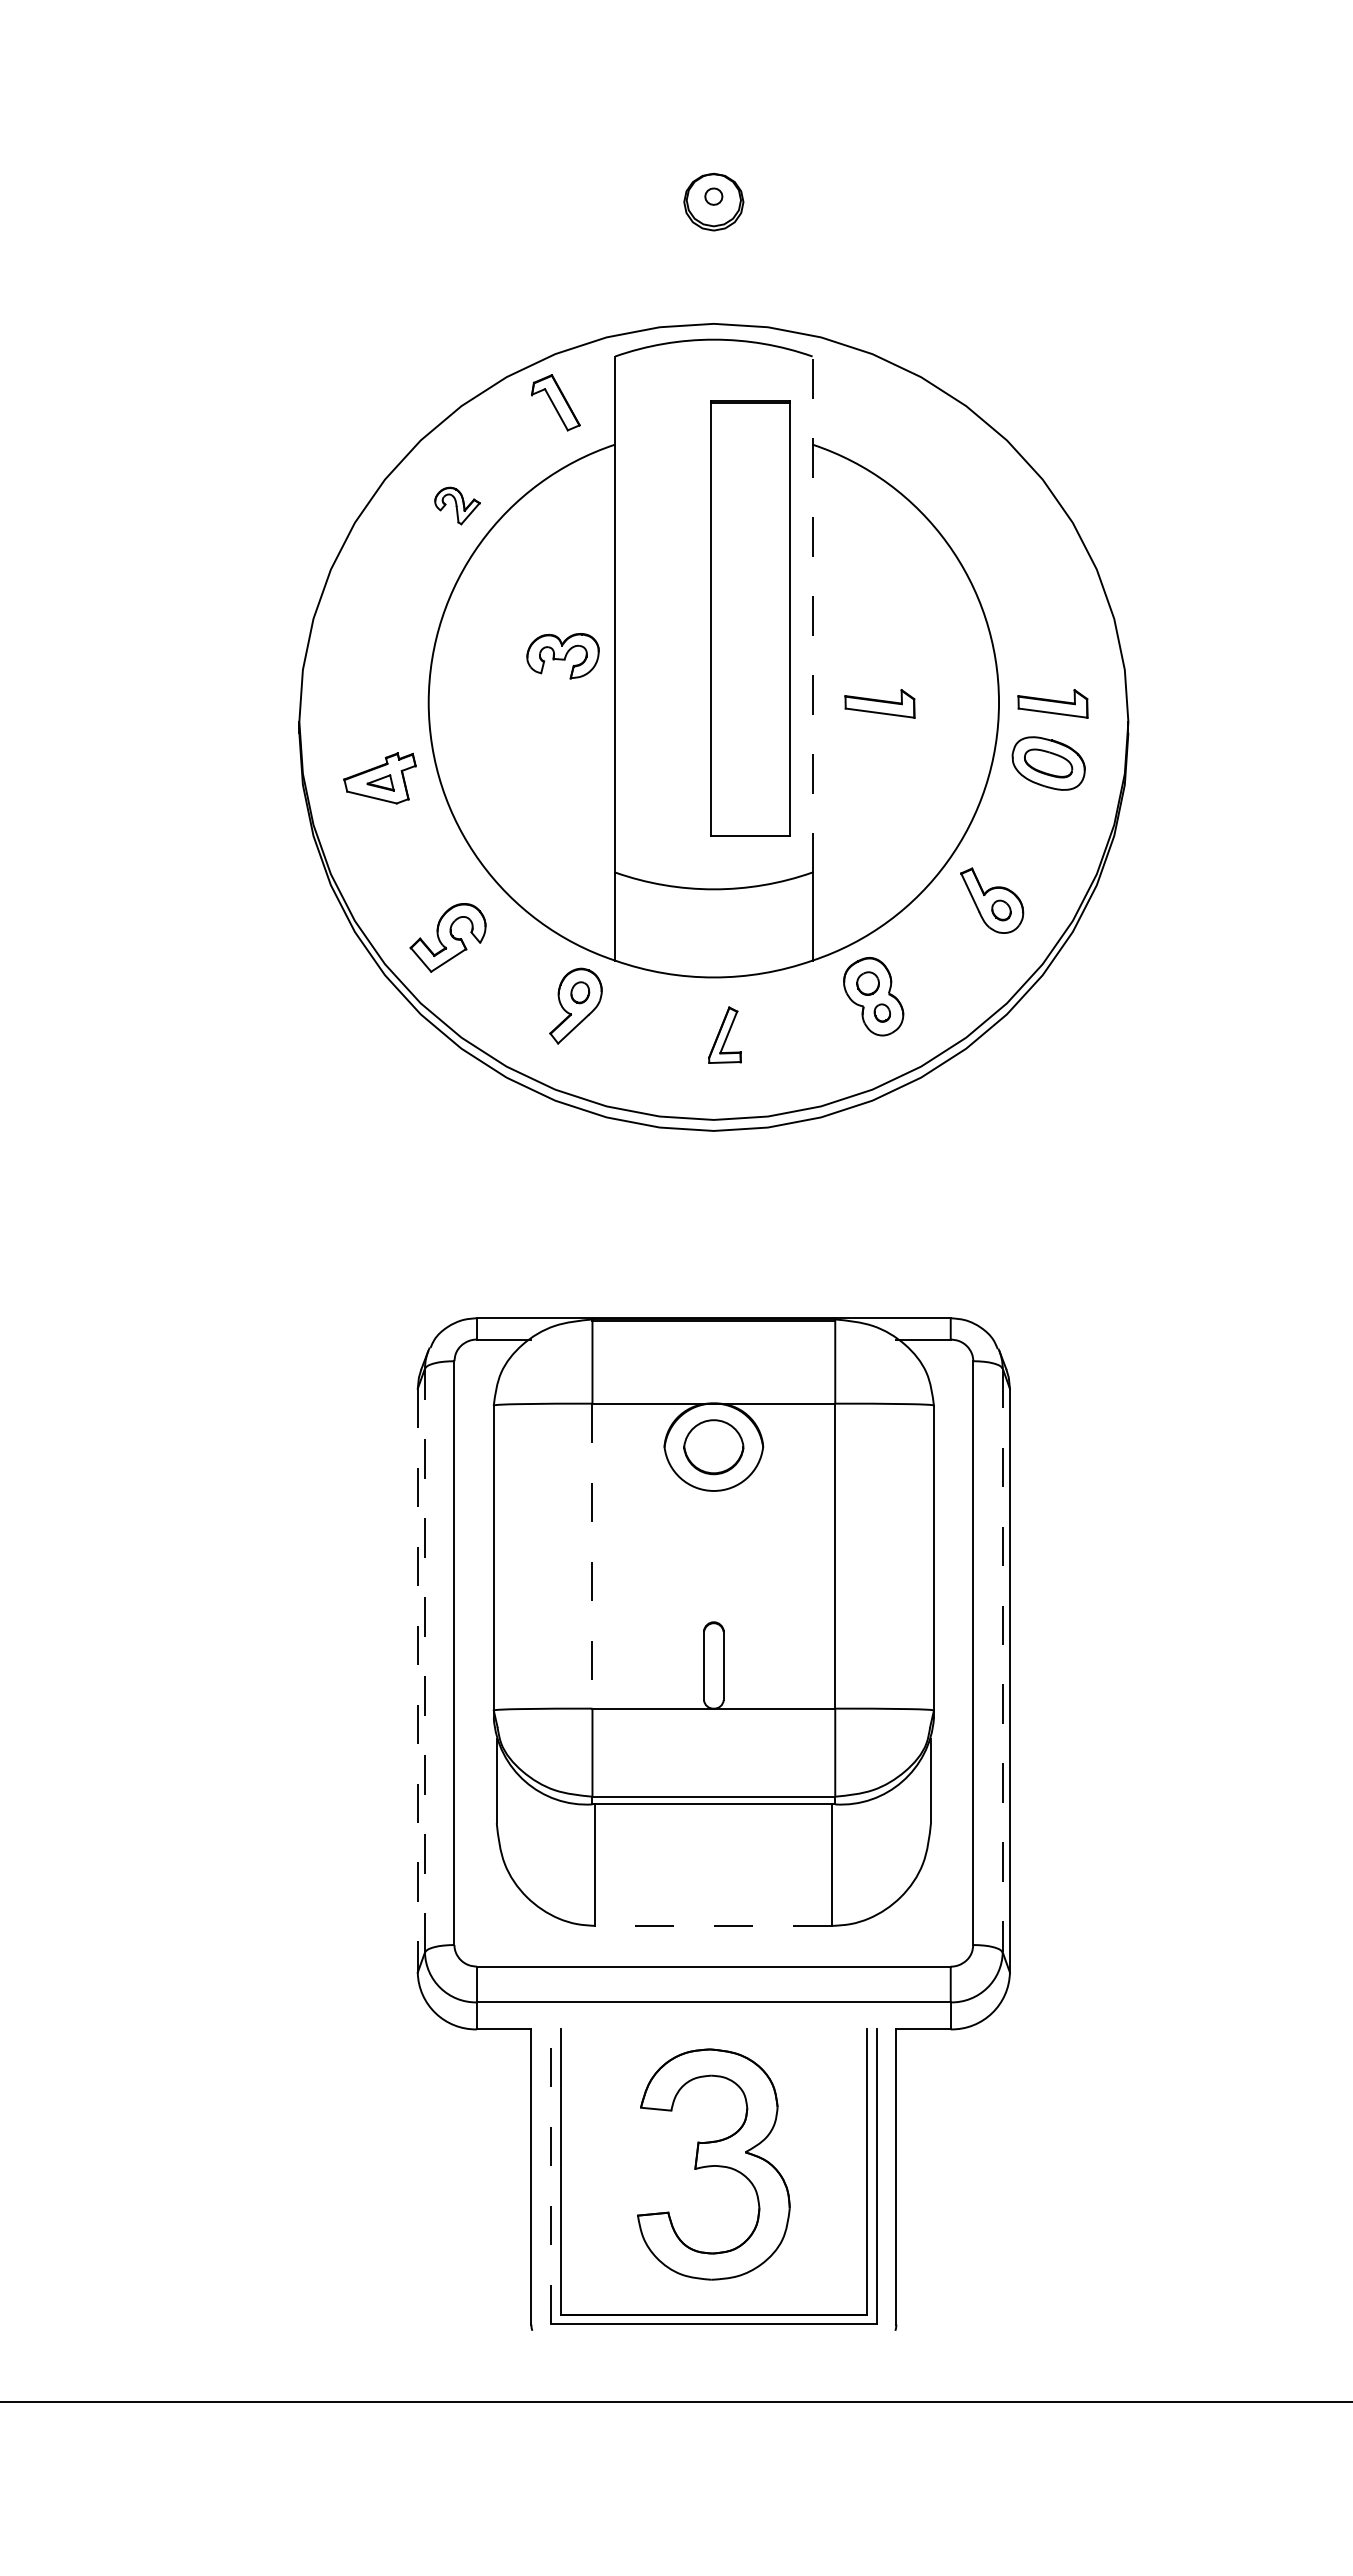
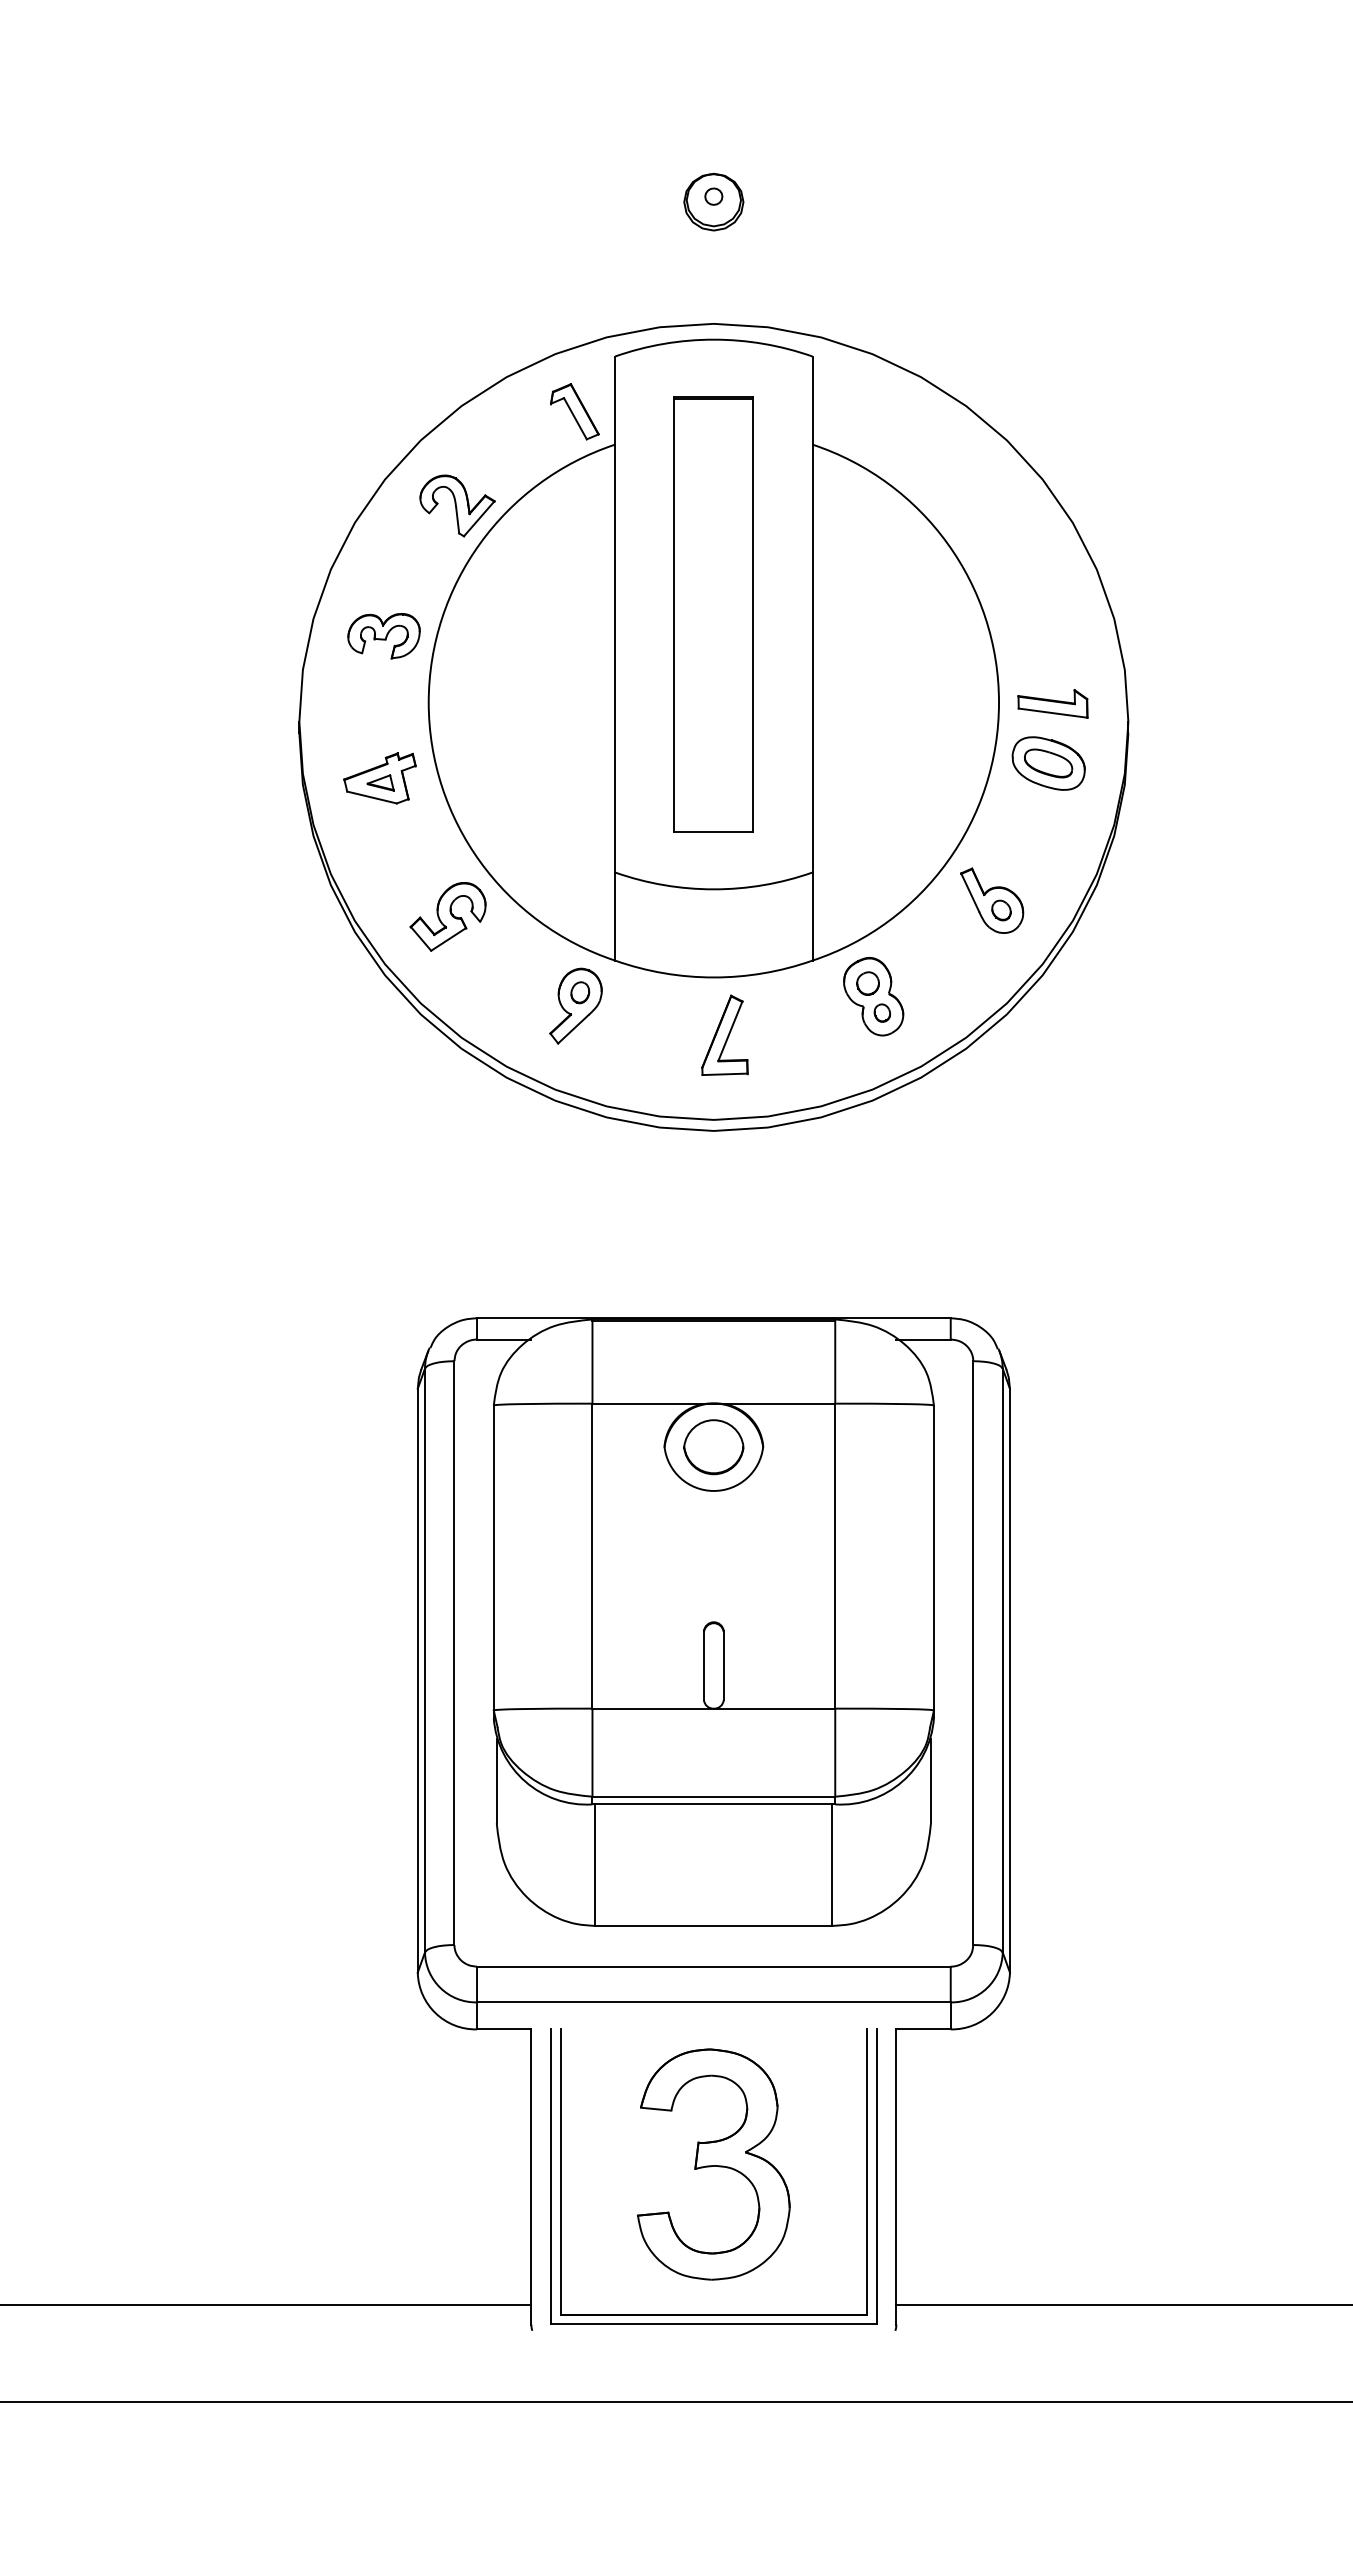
part at (555, 402) position: (555, 402) -> (574, 411)
part at (457, 505) size: 47x40 px -> 77x64 px
line at (812, 614): dashed -> solid
part at (750, 618) position: (750, 618) -> (713, 614)
part at (562, 656) position: (562, 656) -> (383, 636)
part at (879, 703): present -> none
part at (447, 937) position: (447, 937) -> (447, 916)
part at (724, 1034) size: 34x58 px -> 48x82 px
line at (592, 1556): dashed -> solid
line at (424, 1660): dashed -> solid
line at (1002, 1660): dashed -> solid
line at (417, 1680): dashed -> solid
line at (713, 1925): dashed -> solid
line at (551, 2176): dashed -> solid
line at (266, 2304): none -> present
line at (1122, 2304): none -> present
